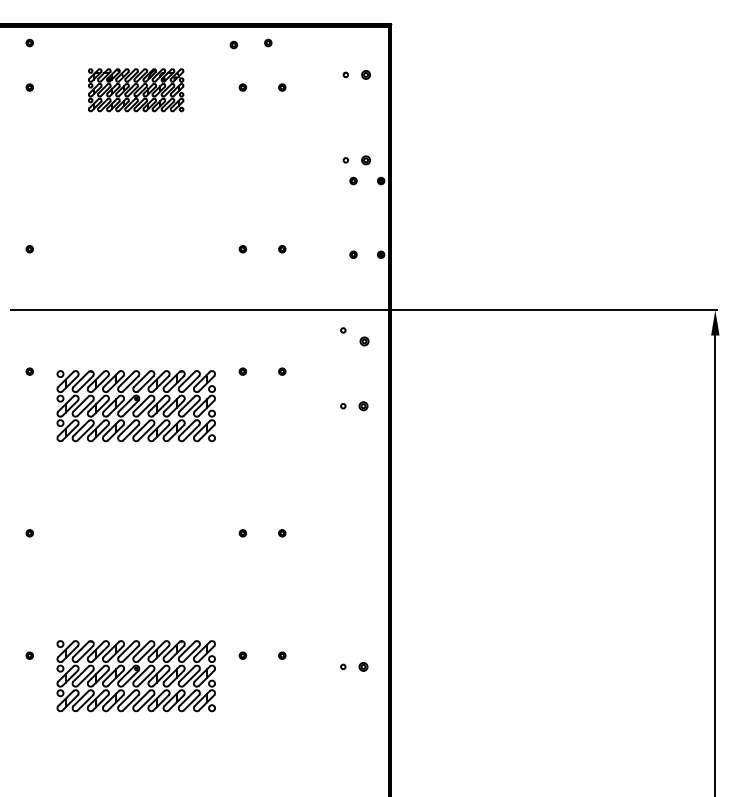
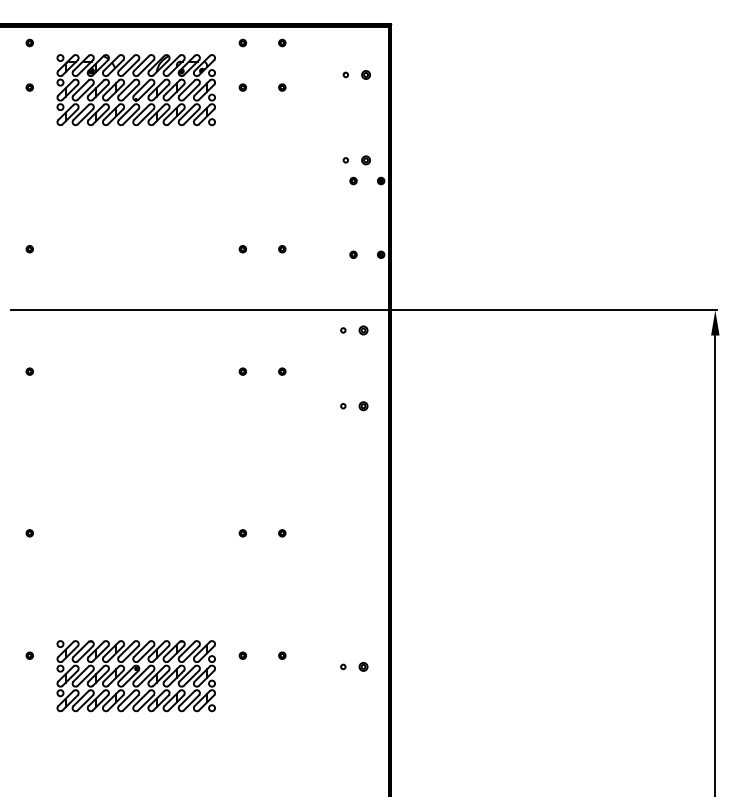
part at (268, 42) position: (268, 42) -> (282, 42)
part at (233, 44) position: (233, 44) -> (242, 42)
part at (136, 90) size: 97x45 px -> 160x73 px
part at (364, 341) position: (364, 341) -> (363, 330)
part at (135, 406): present -> none
